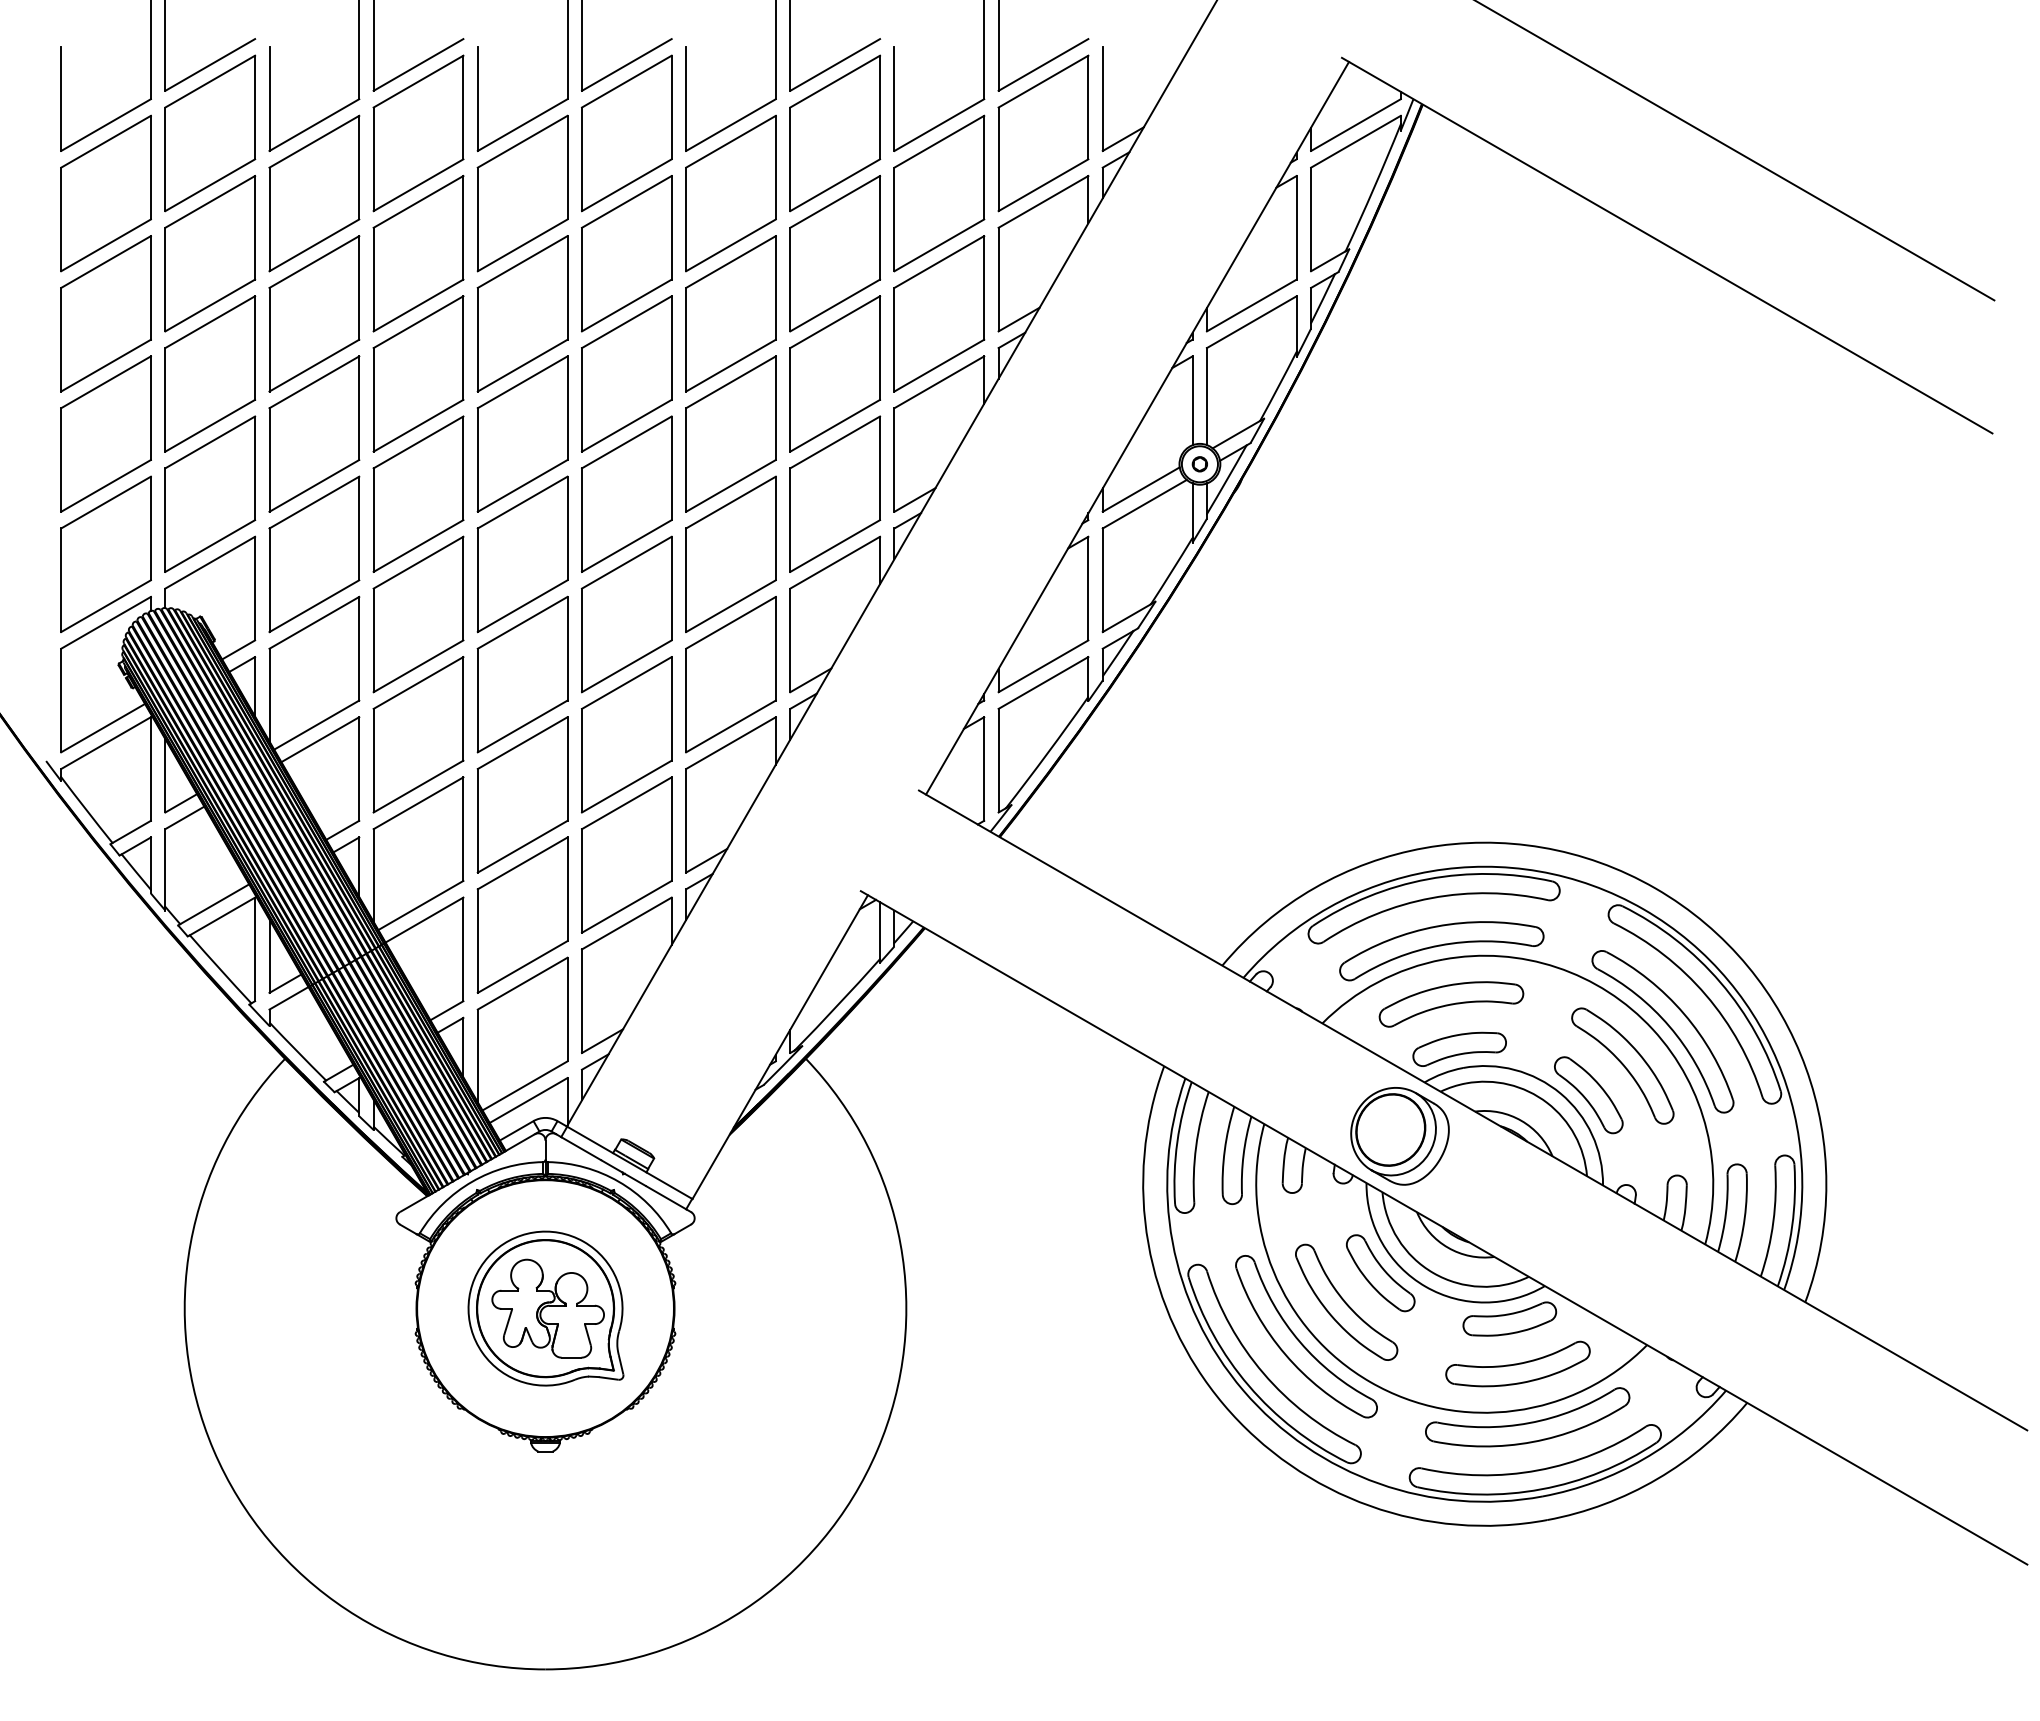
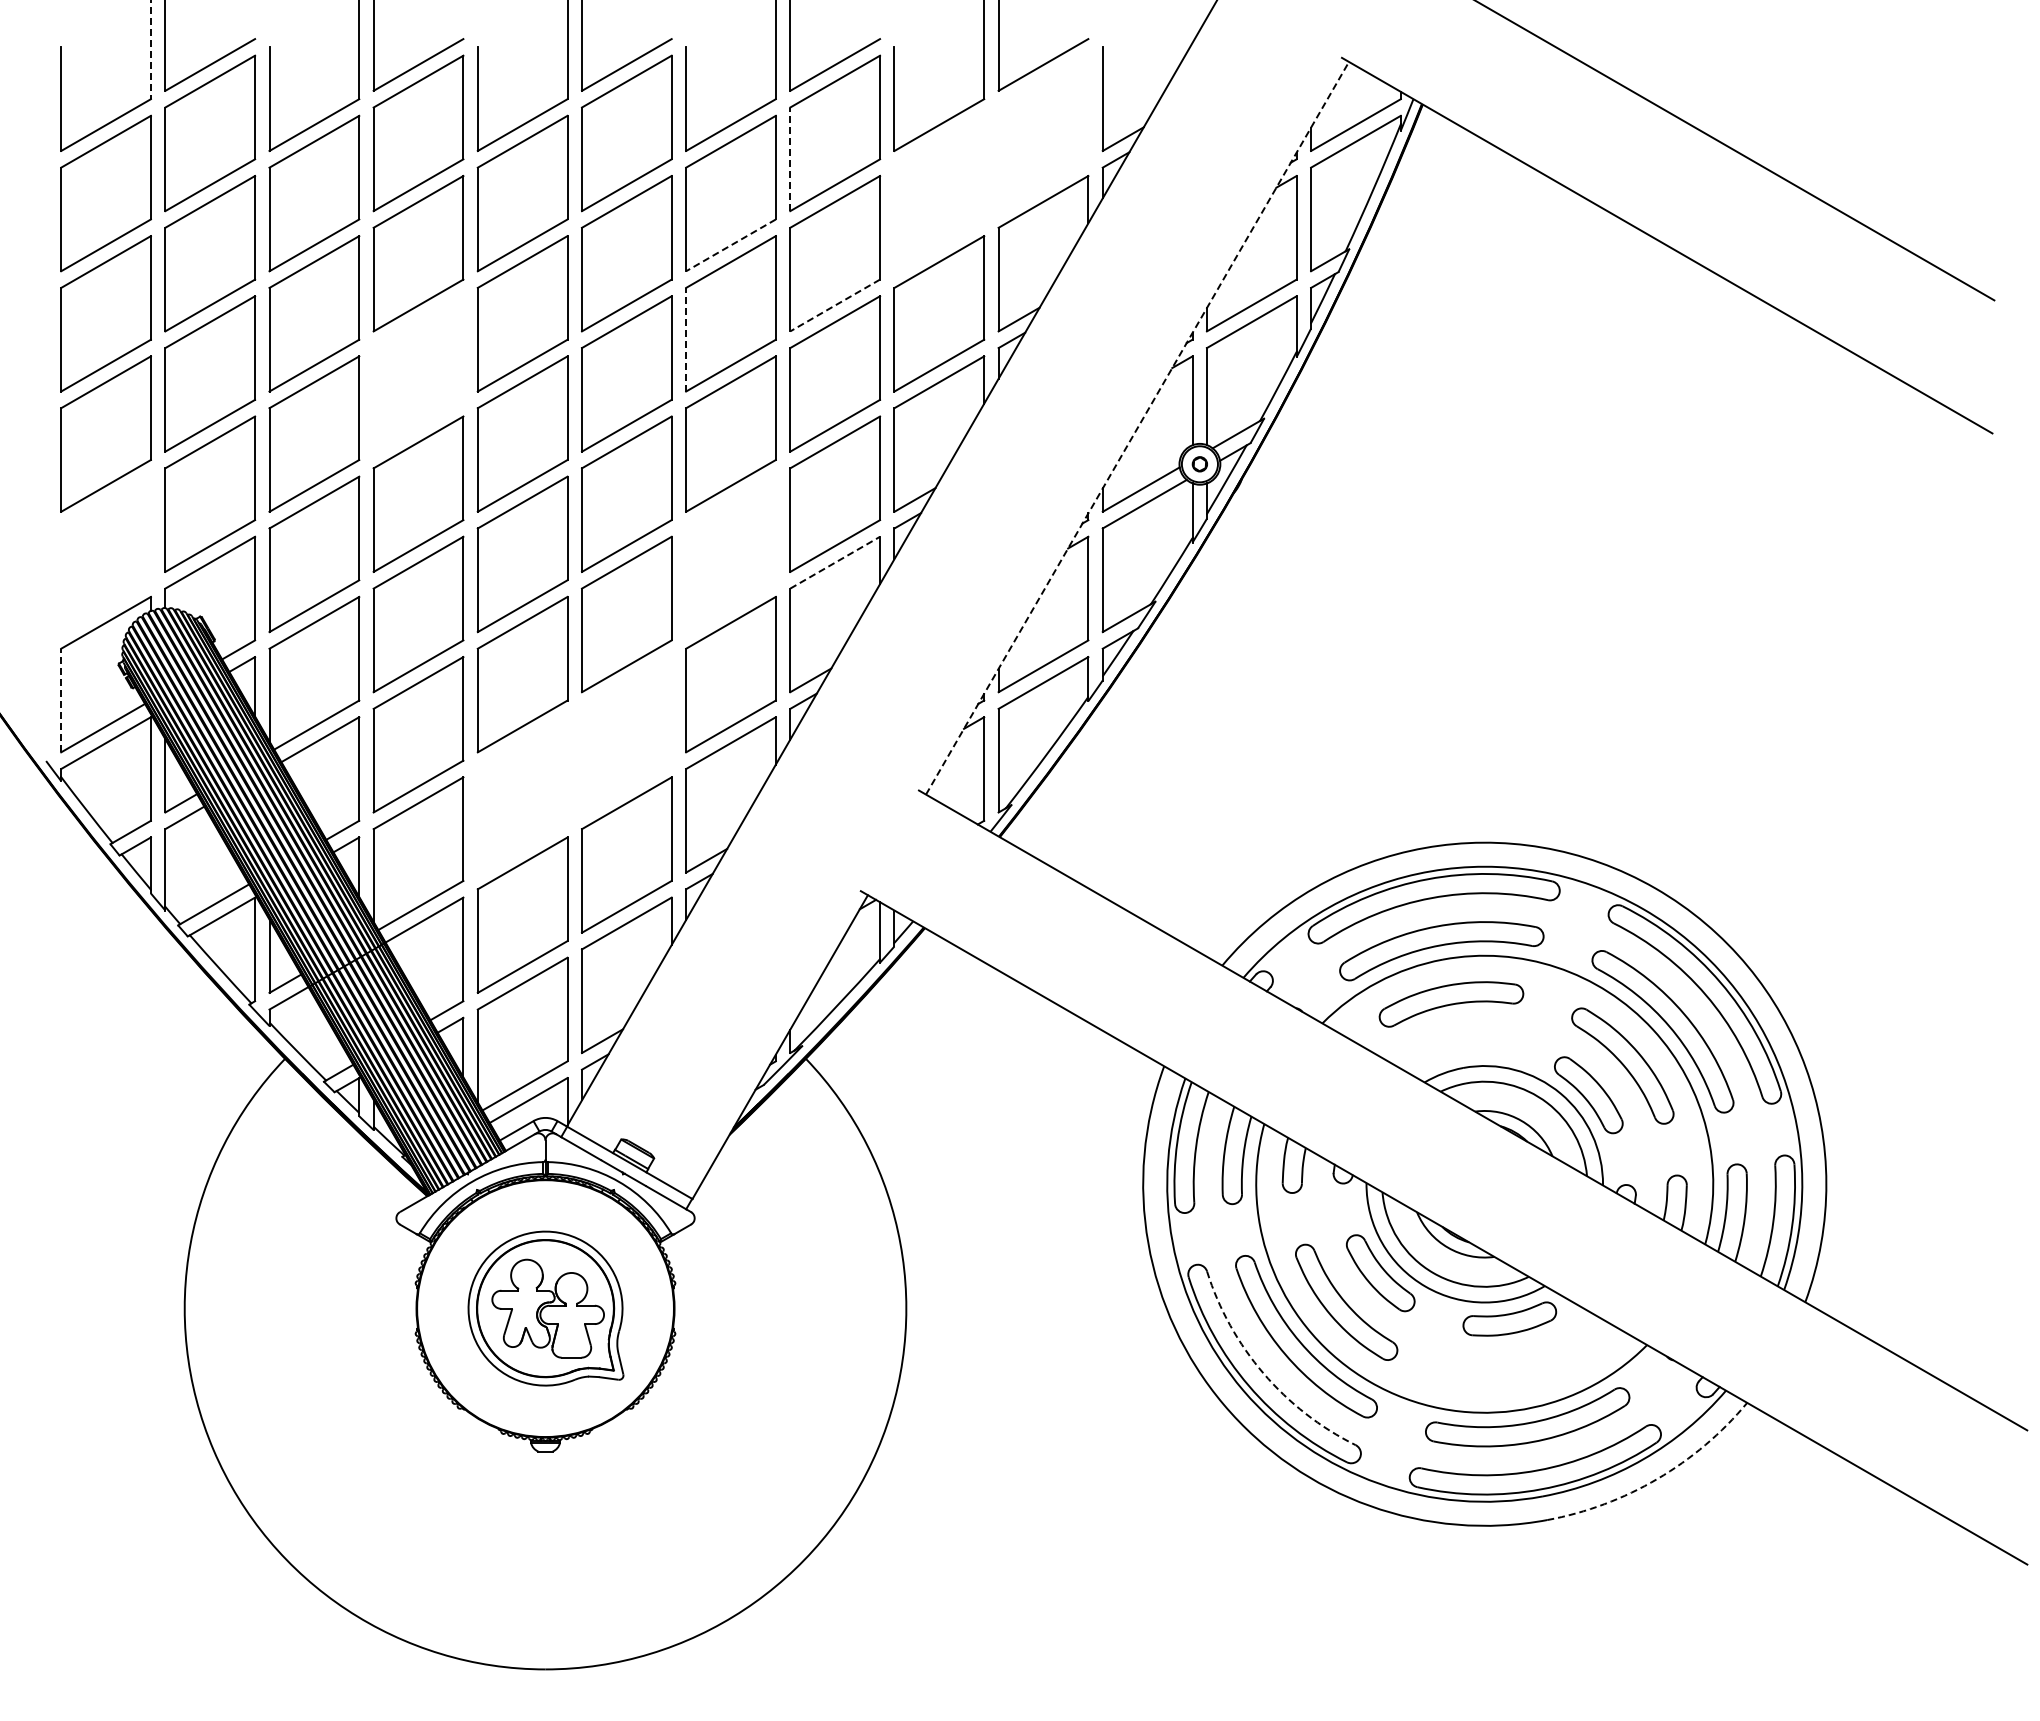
line at (150, 50): solid -> dashed
part at (1043, 133): present -> none
line at (790, 159): solid -> dashed
part at (939, 193): present -> none
line at (731, 245): solid -> dashed
line at (835, 305): solid -> dashed
line at (686, 339): solid -> dashed
part at (418, 373): present -> none
line at (1137, 428): solid -> dashed
part at (105, 553): present -> none
part at (730, 553): present -> none
line at (835, 562): solid -> dashed
line at (61, 700): solid -> dashed
part at (626, 734): present -> none
part at (522, 794): present -> none
part at (1459, 1048): present -> none
part at (1399, 1136): present -> none
part at (1517, 1363): present -> none
arc at (1263, 1373): solid -> dashed
arc at (1657, 1478): solid -> dashed
